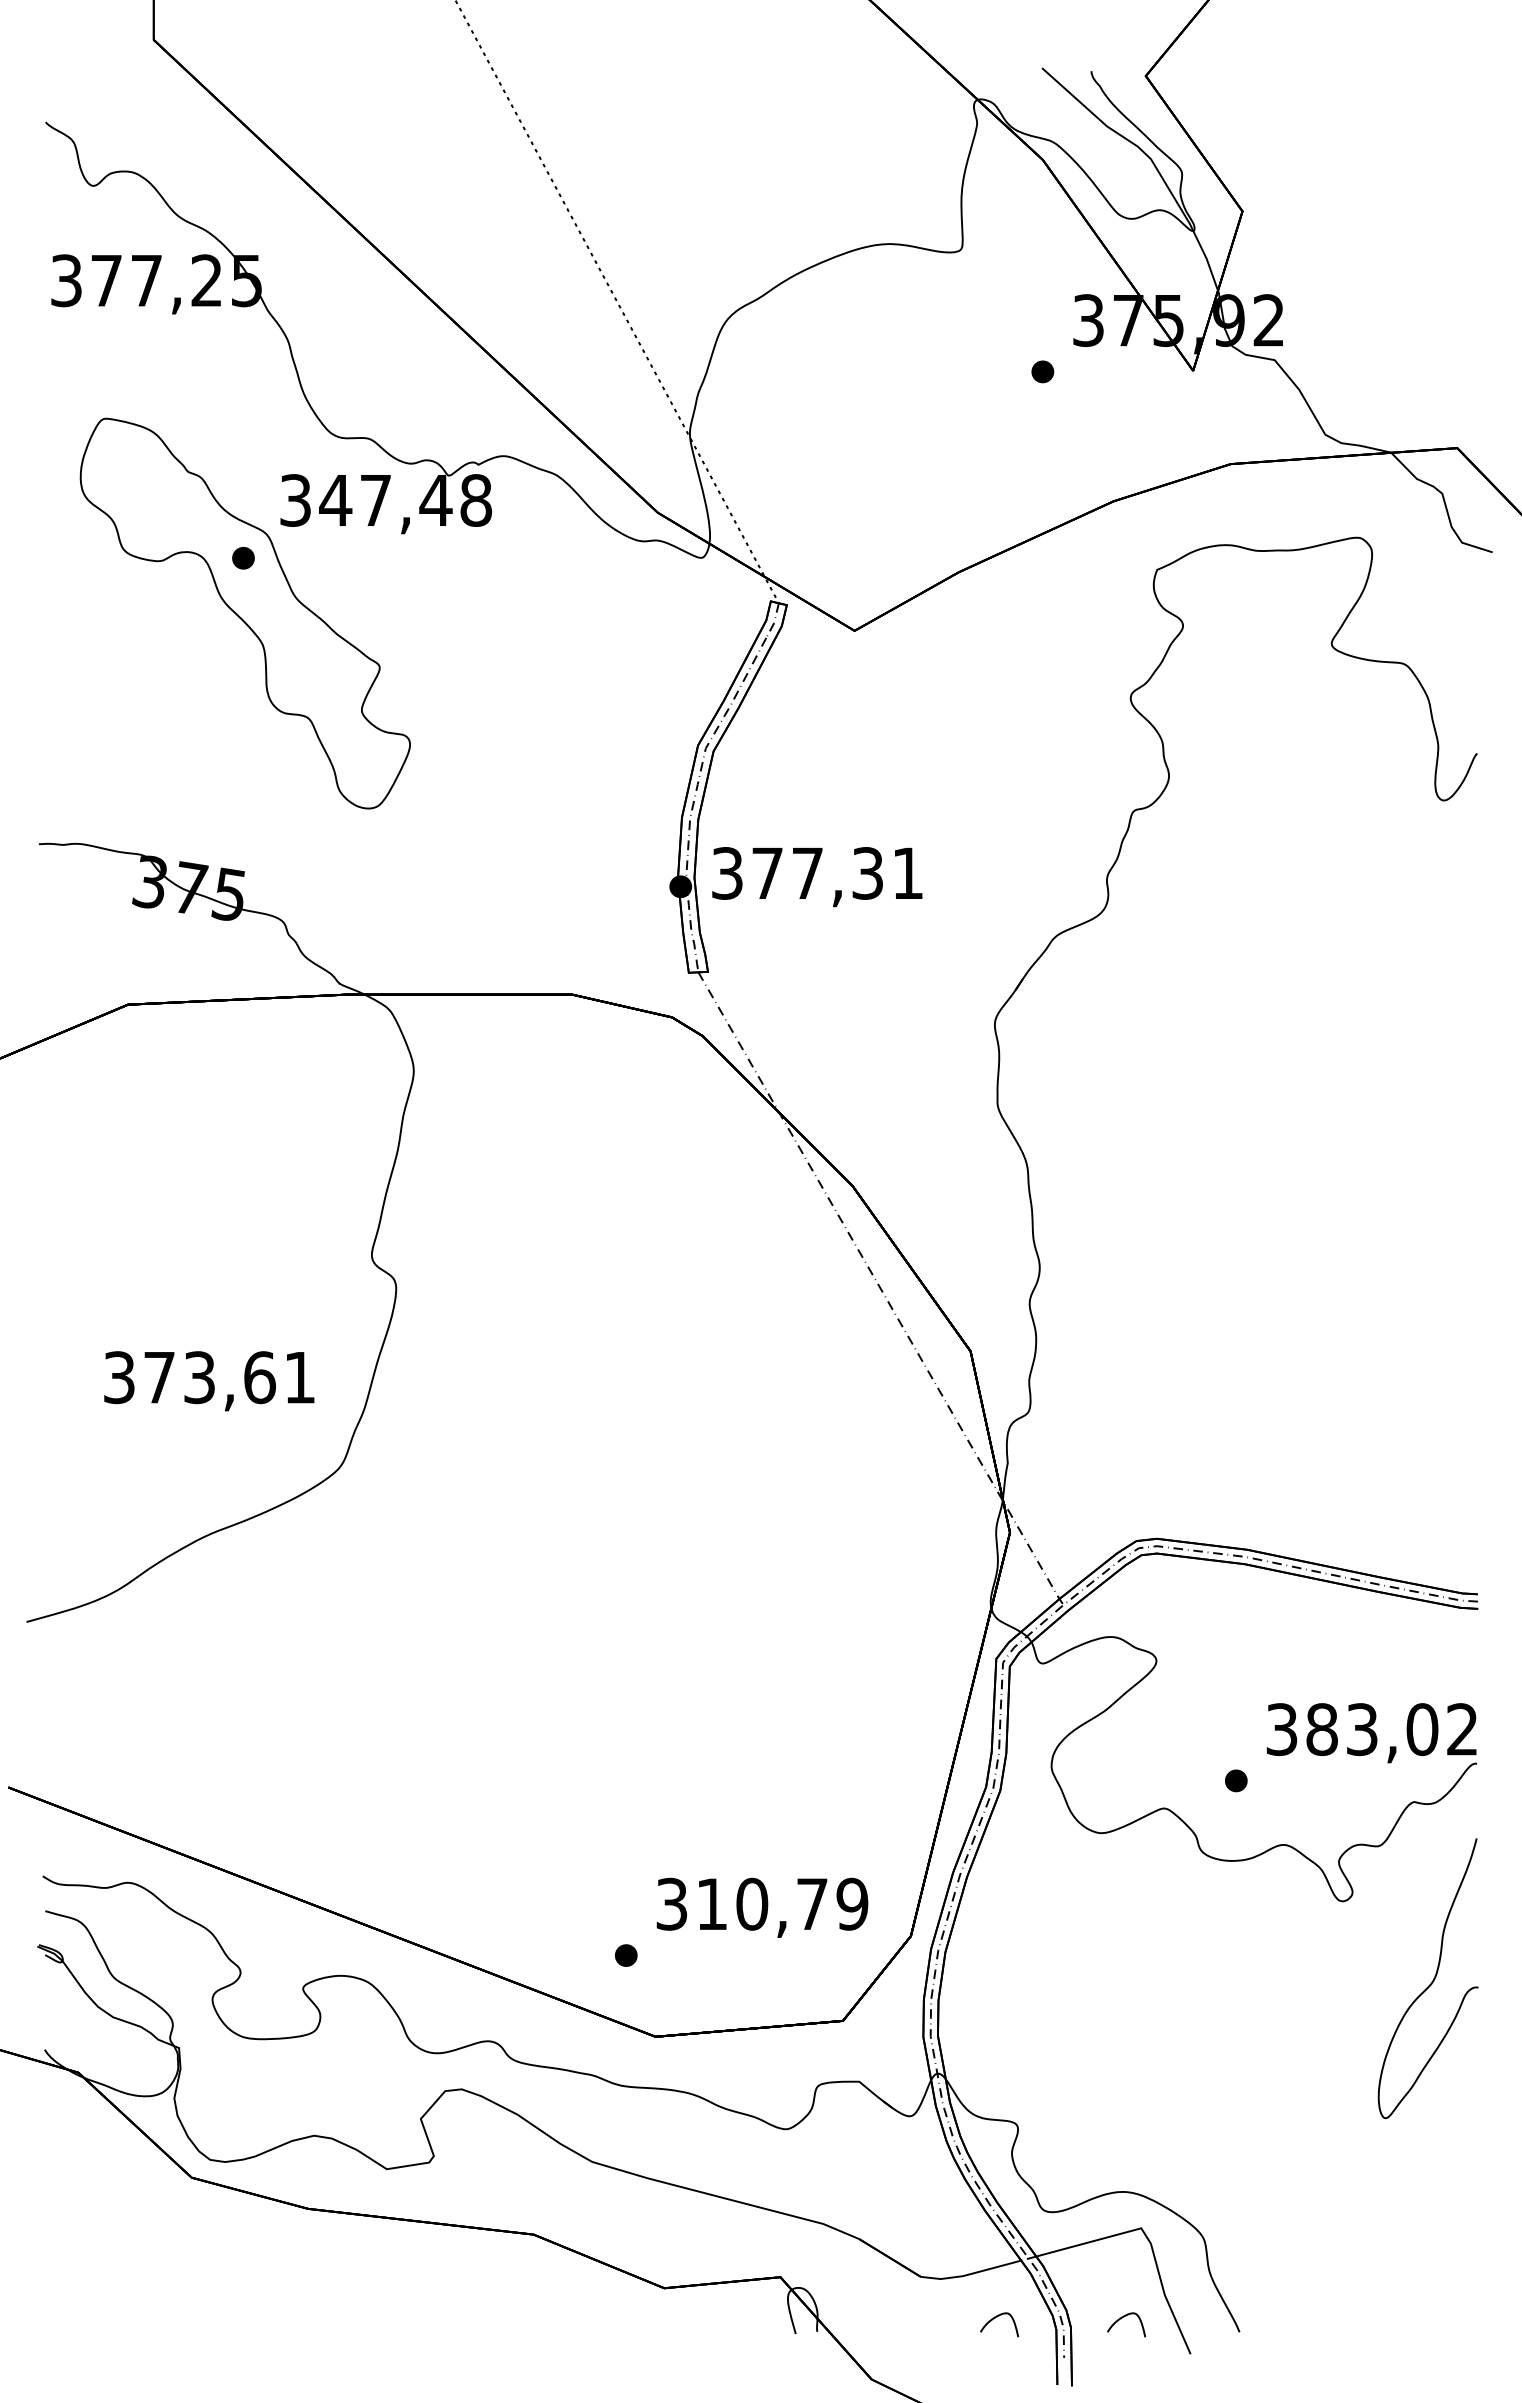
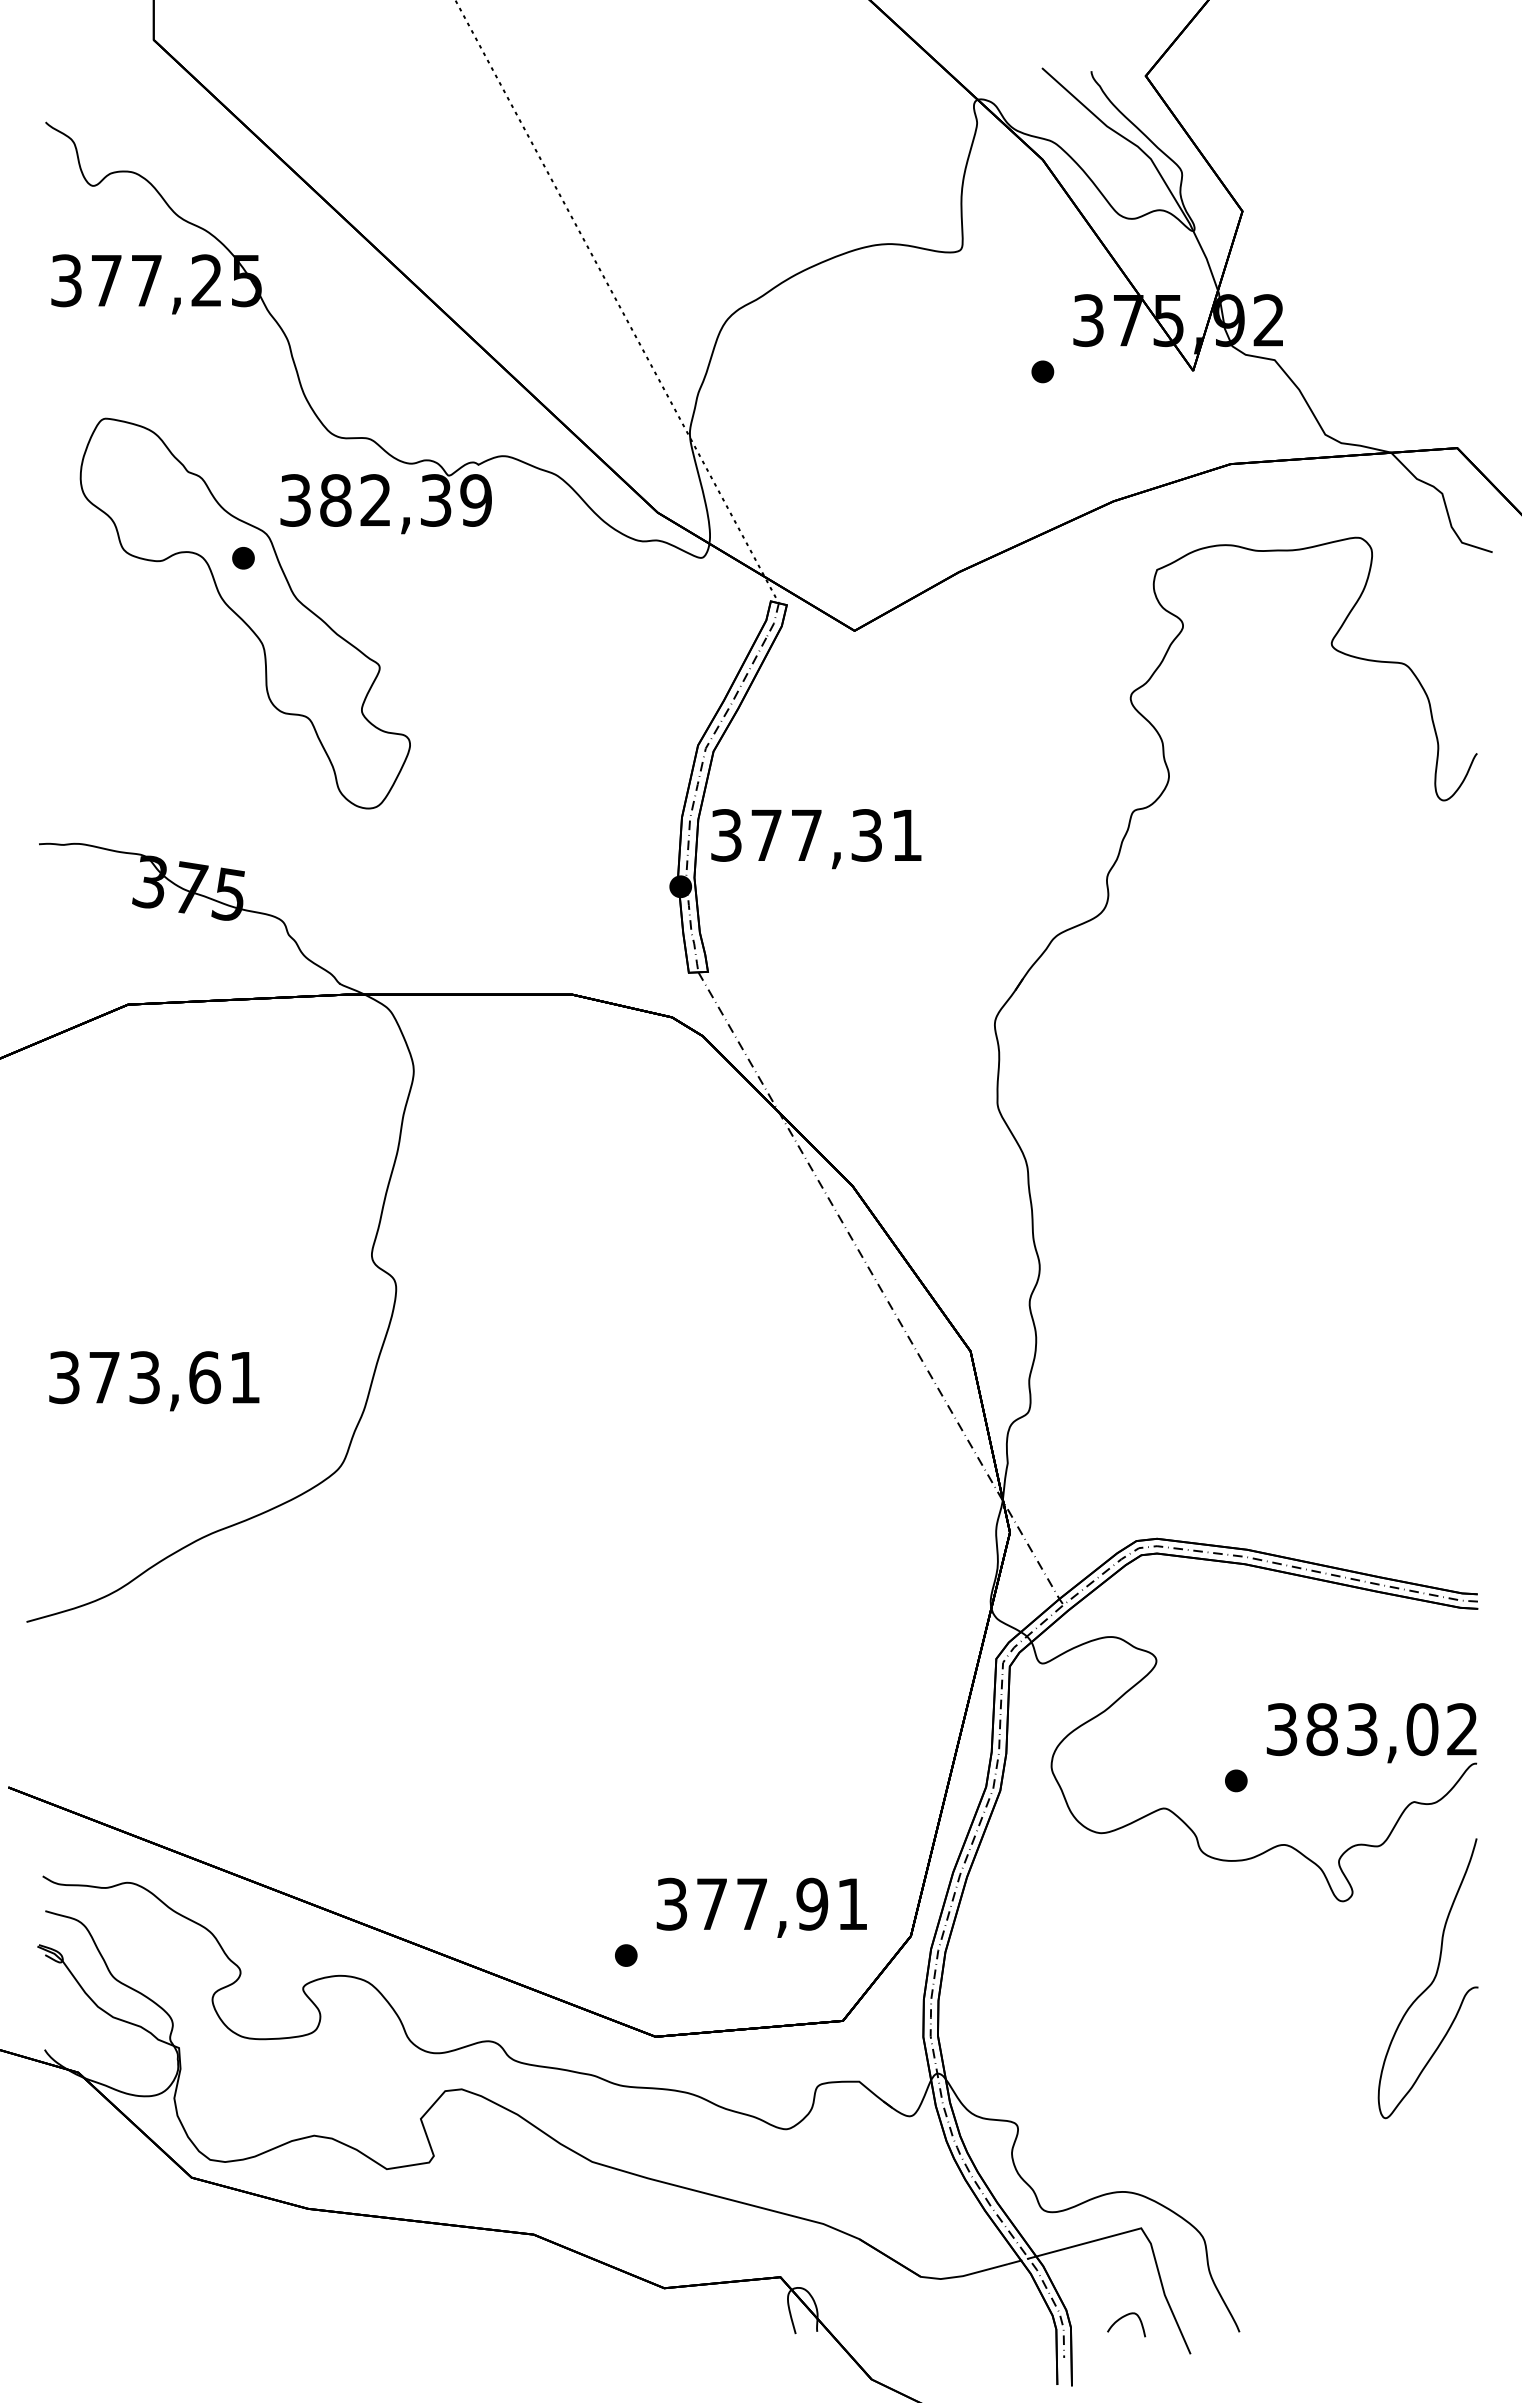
text at (405, 500): 347,48 -> 382,39
text at (817, 877) position: (817, 877) -> (816, 839)
text at (209, 1381) position: (209, 1381) -> (154, 1381)
text at (782, 1903): 310,79 -> 377,91
curve at (995, 2318): present -> none
